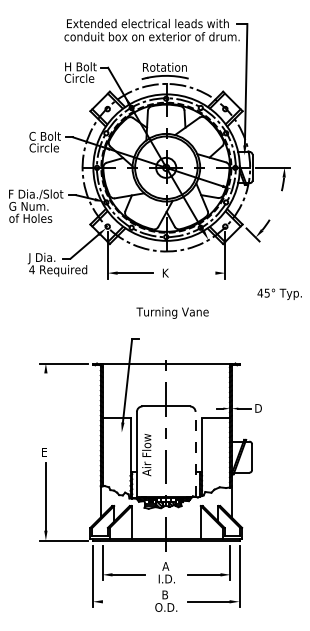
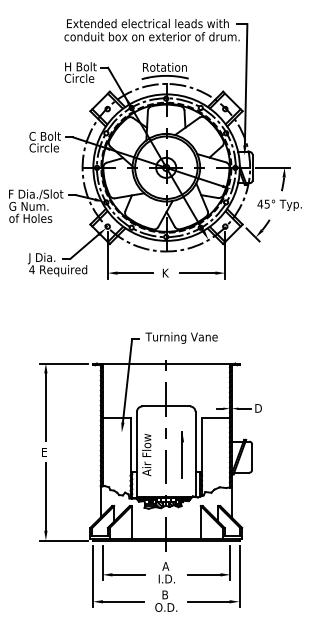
line at (197, 273): none -> present
text at (279, 293) position: (279, 293) -> (279, 204)
text at (172, 312) position: (172, 312) -> (181, 337)
line at (45, 407): none -> present
line at (195, 453): dashed -> solid
line at (182, 454): none -> present
line at (123, 601): none -> present
